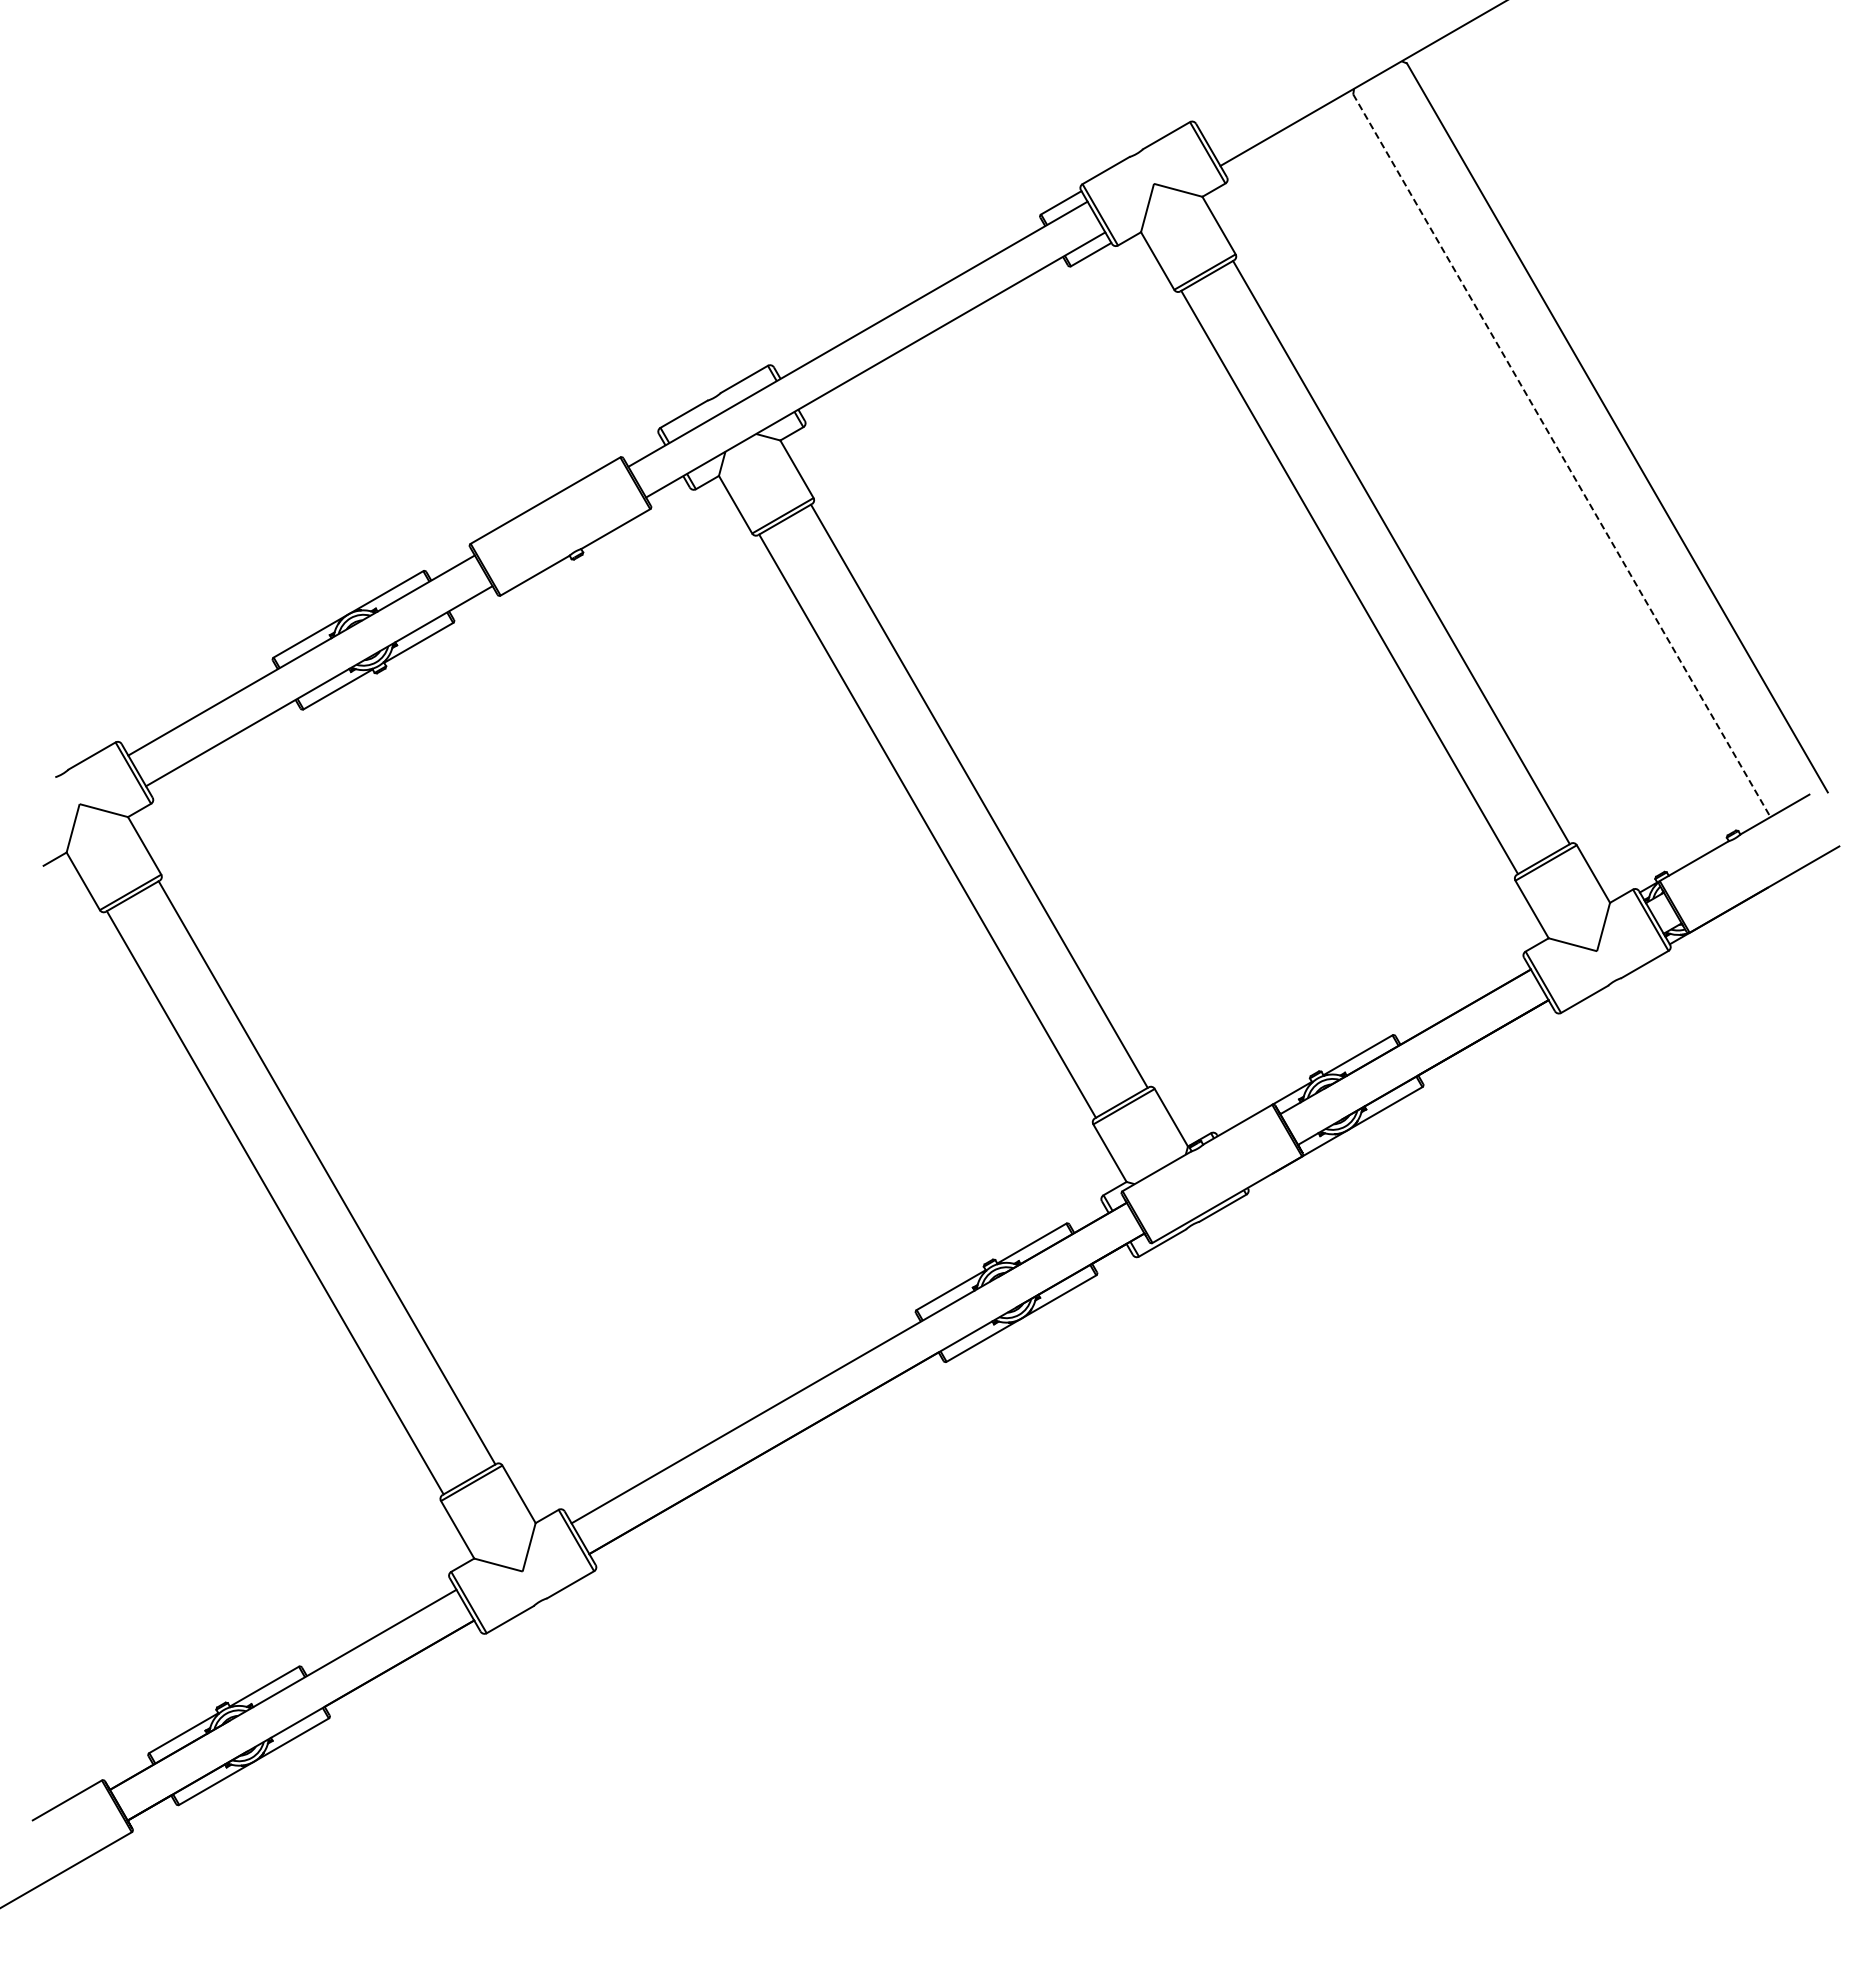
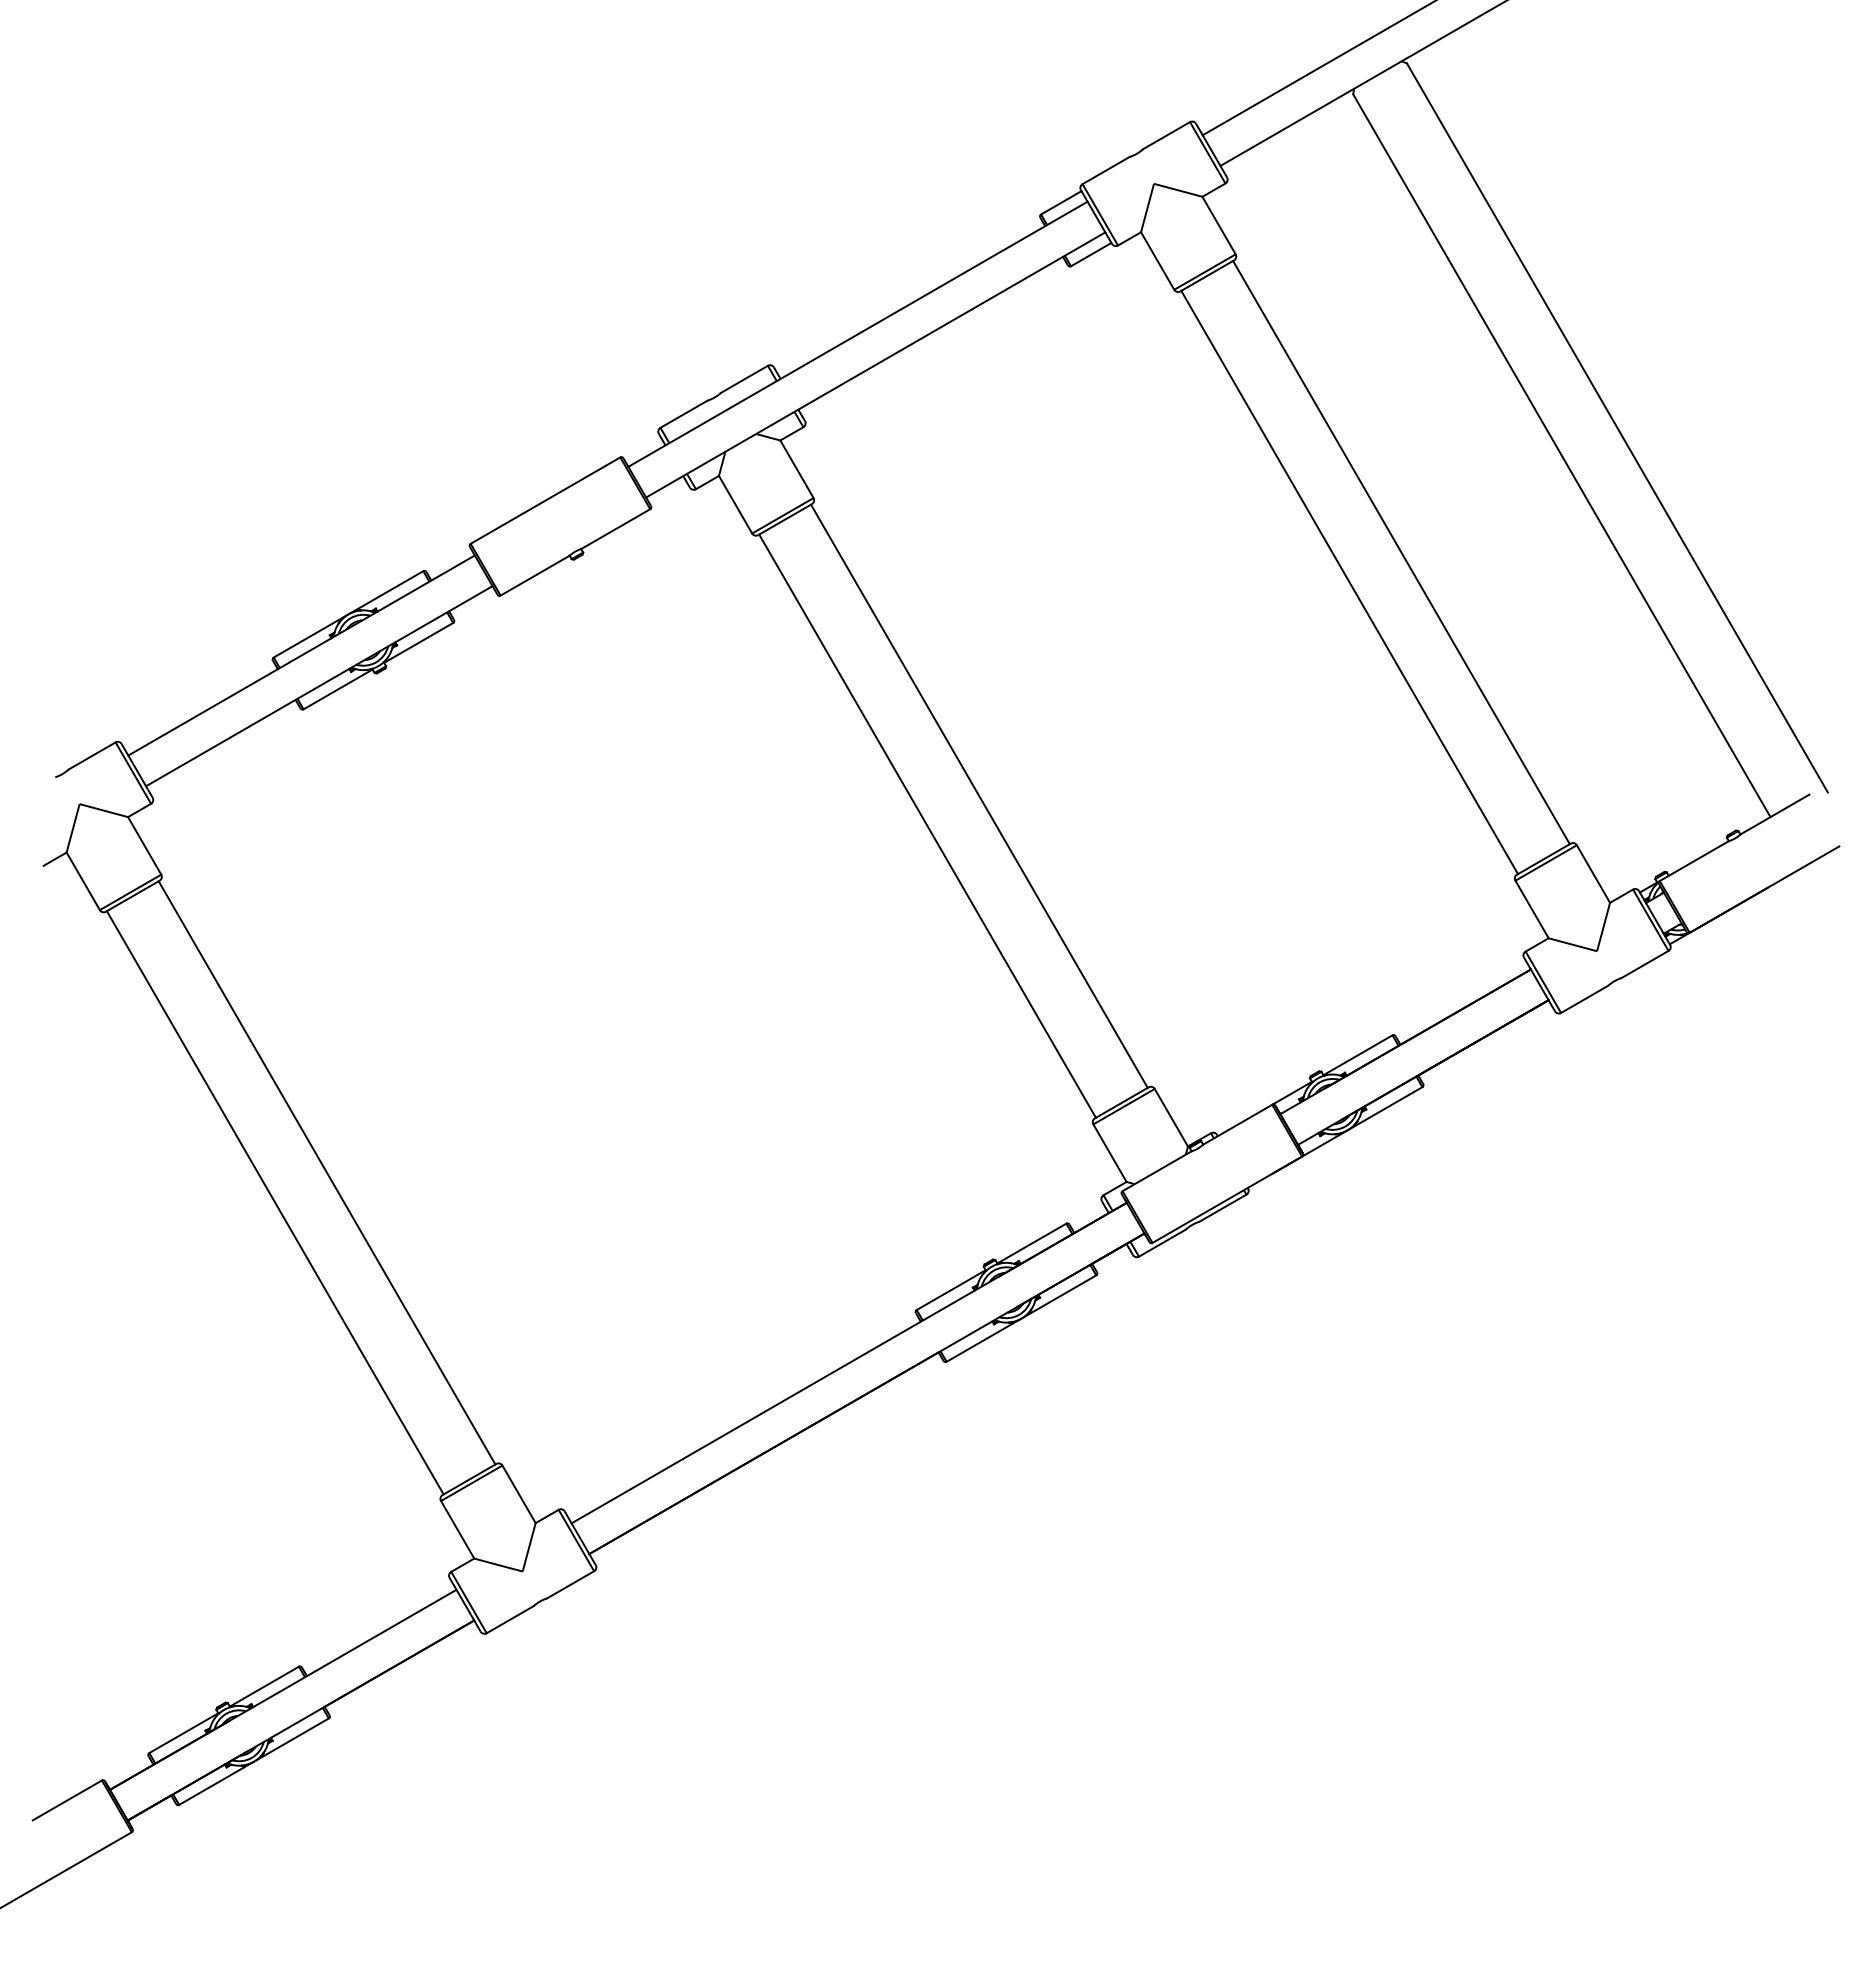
line at (1317, 68): none -> present
line at (1562, 456): dashed -> solid
